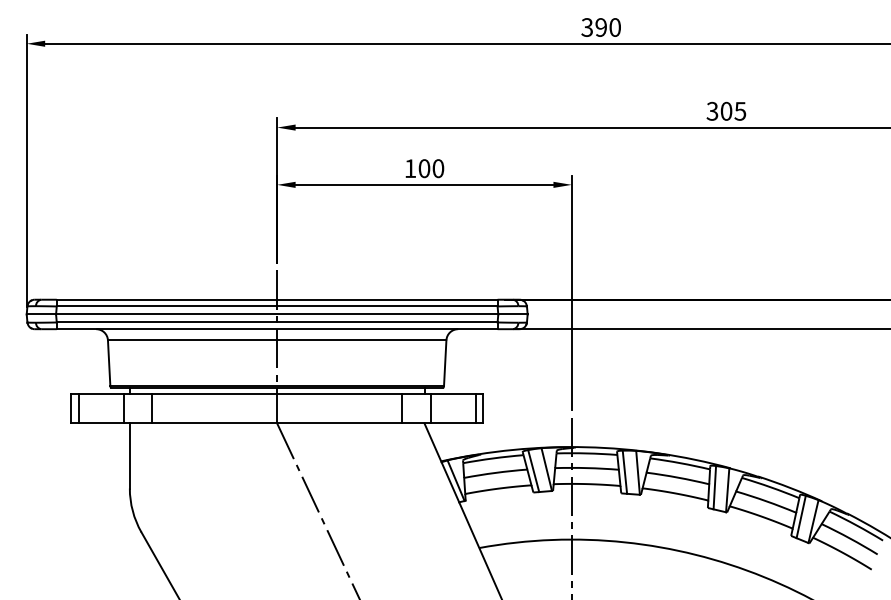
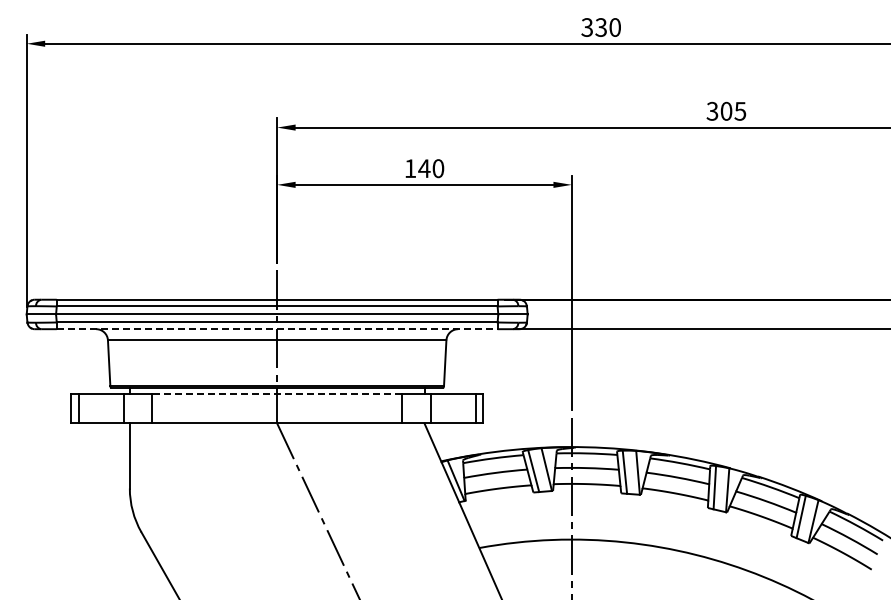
text at (600, 27): 390 -> 330
text at (424, 168): 100 -> 140
line at (277, 329): solid -> dashed
line at (276, 394): solid -> dashed
